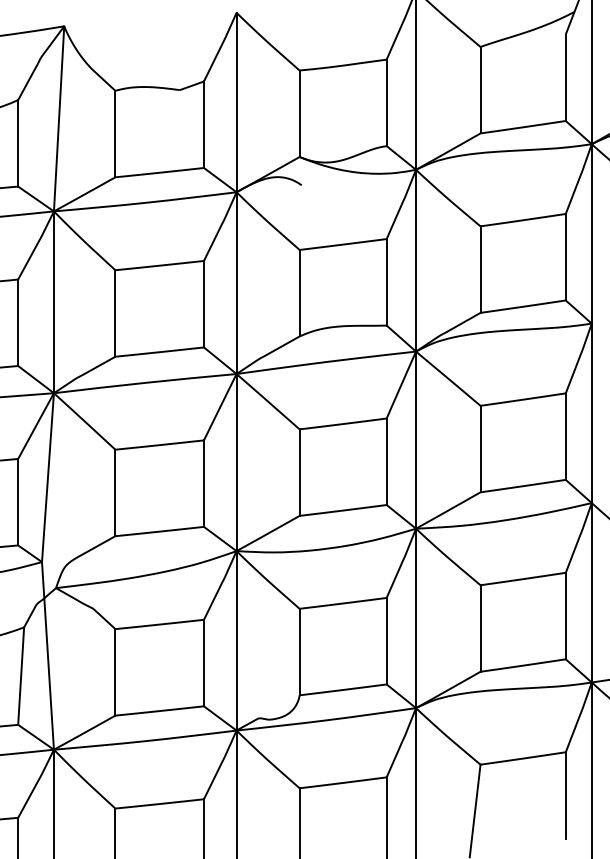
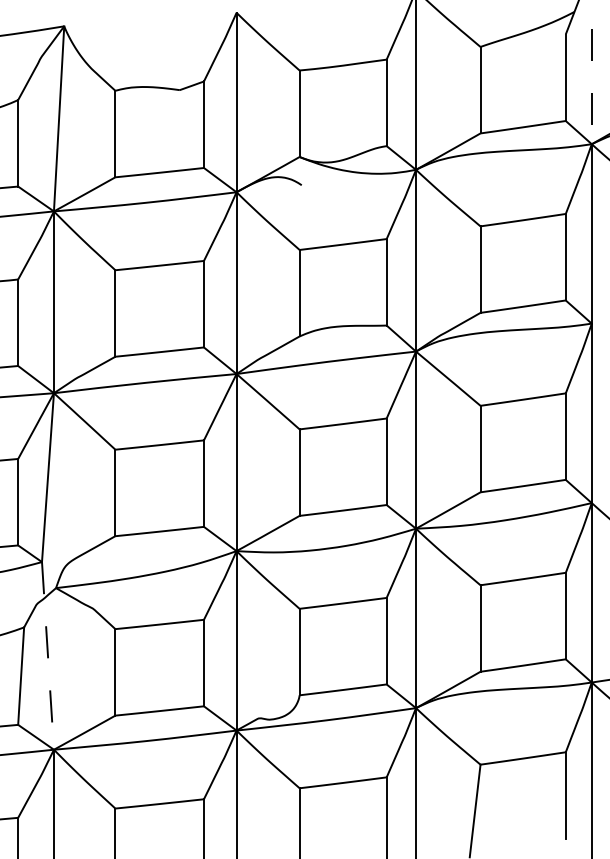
line at (591, 72): solid -> dashed
line at (48, 656): solid -> dashed
